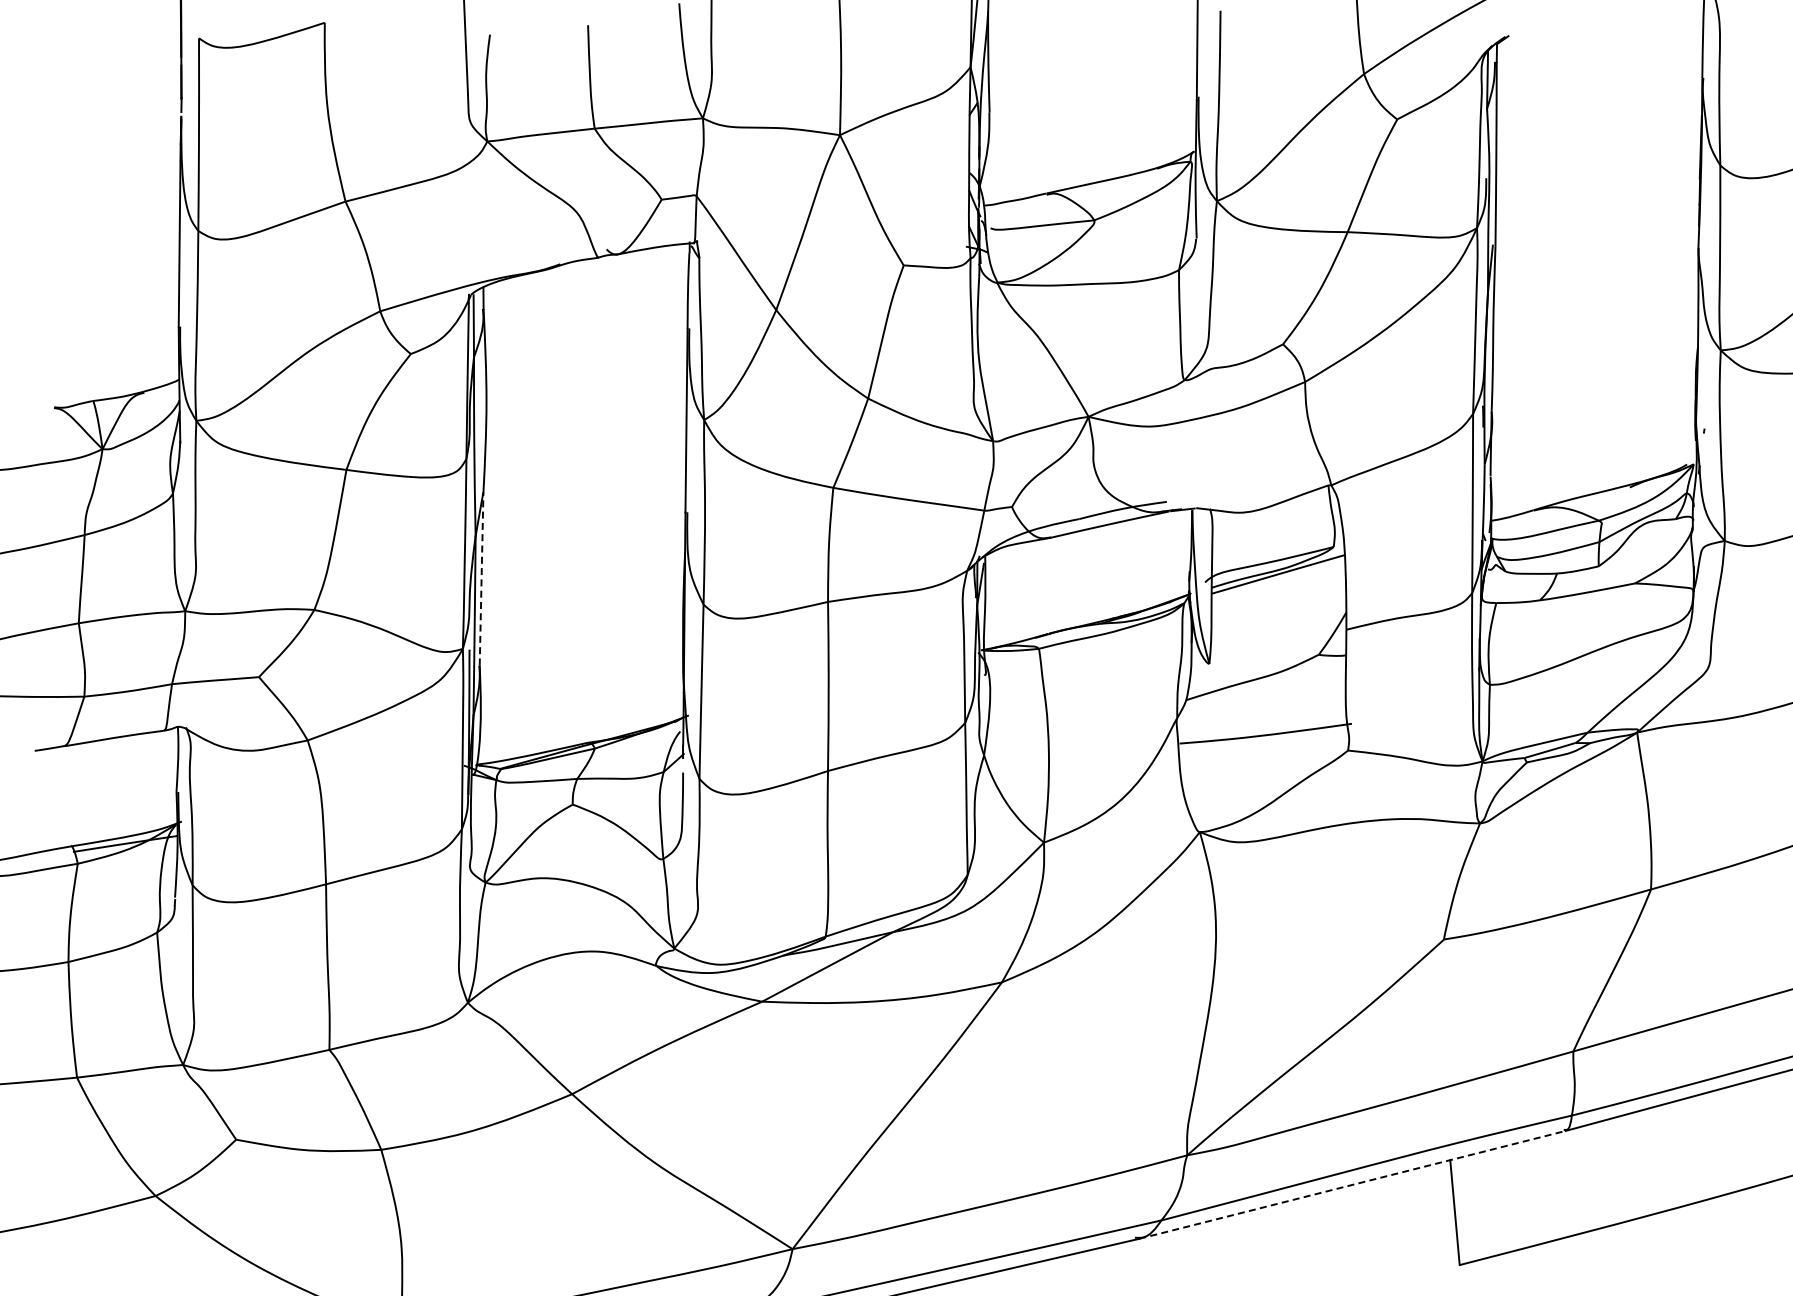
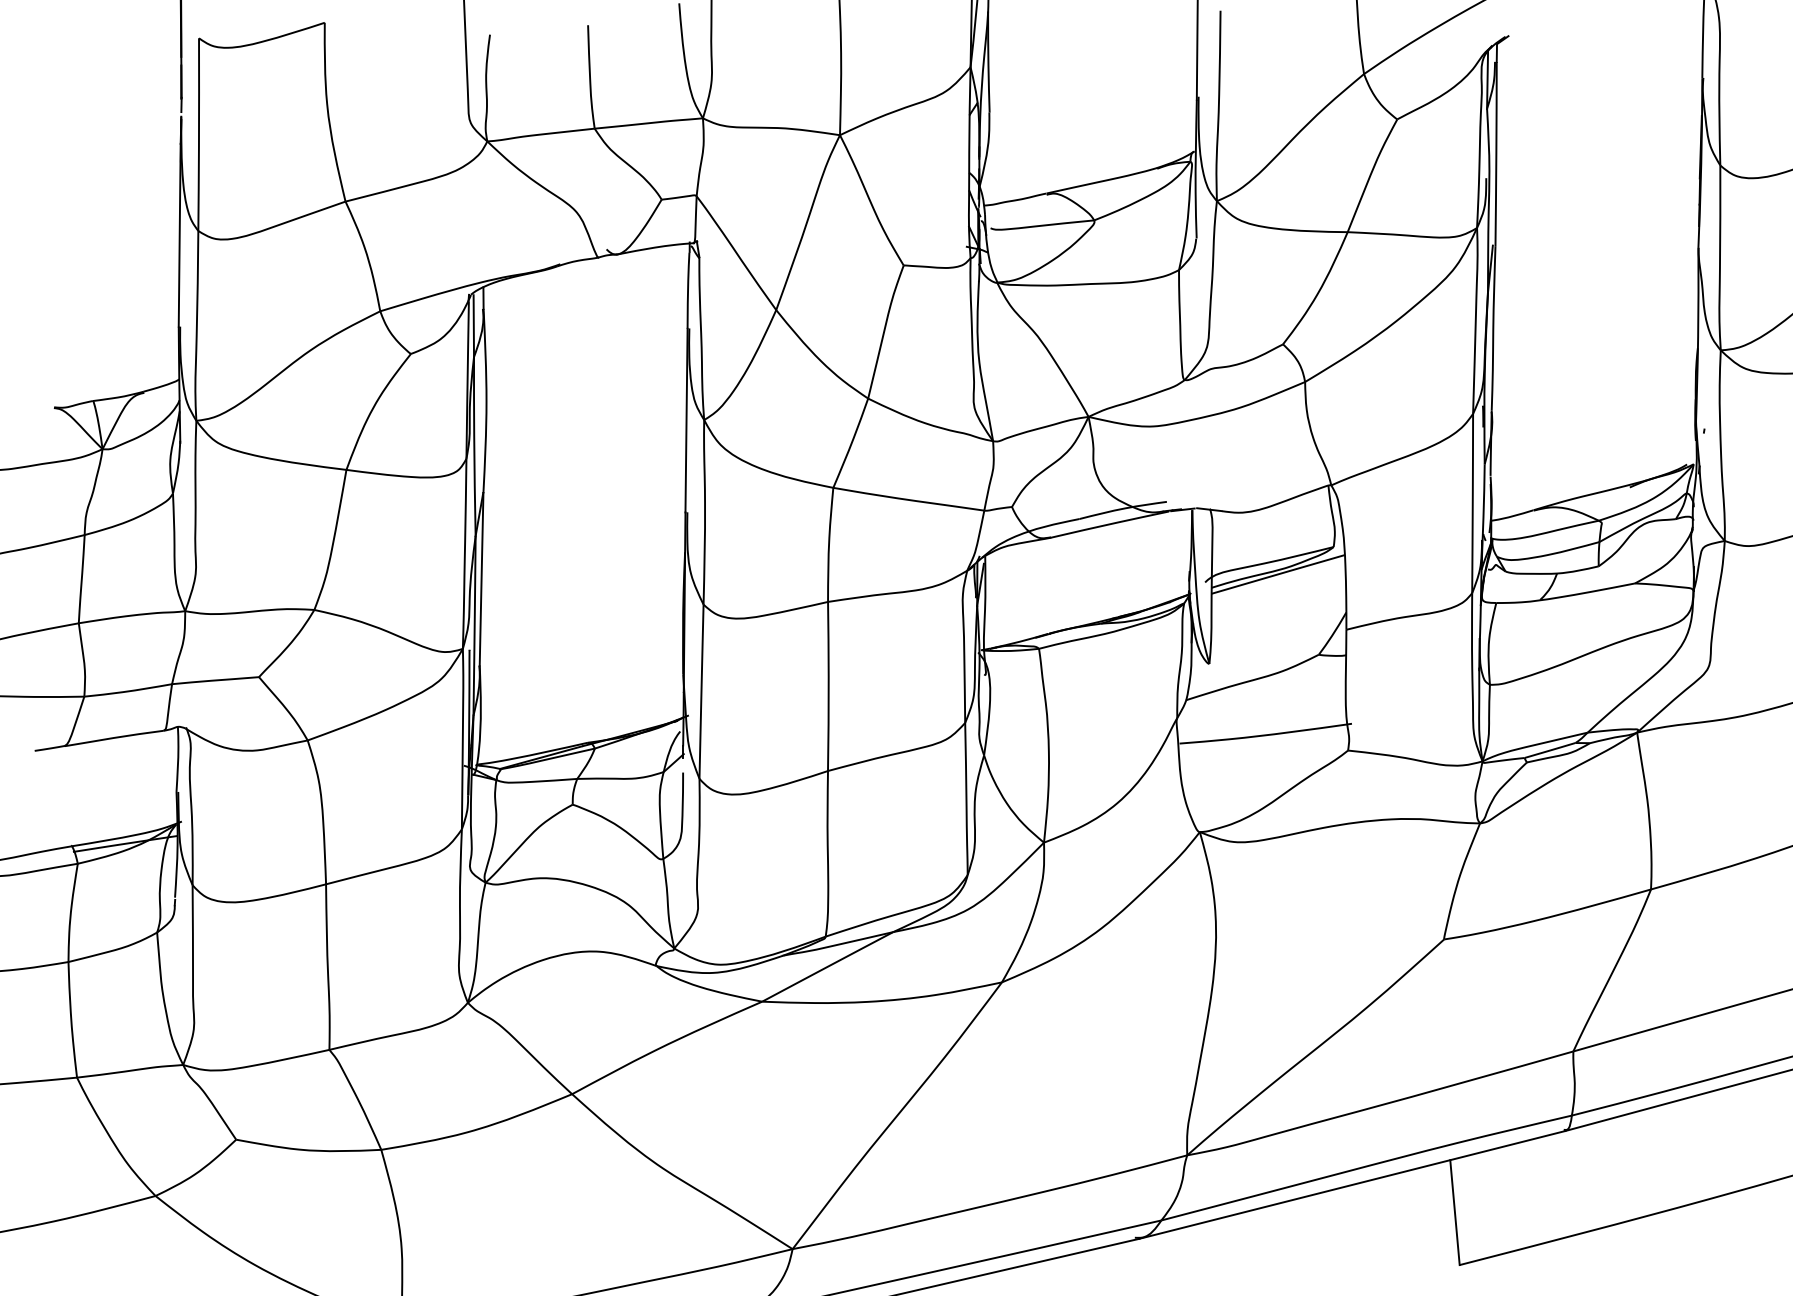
line at (481, 578): dashed -> solid
line at (1352, 1184): dashed -> solid
